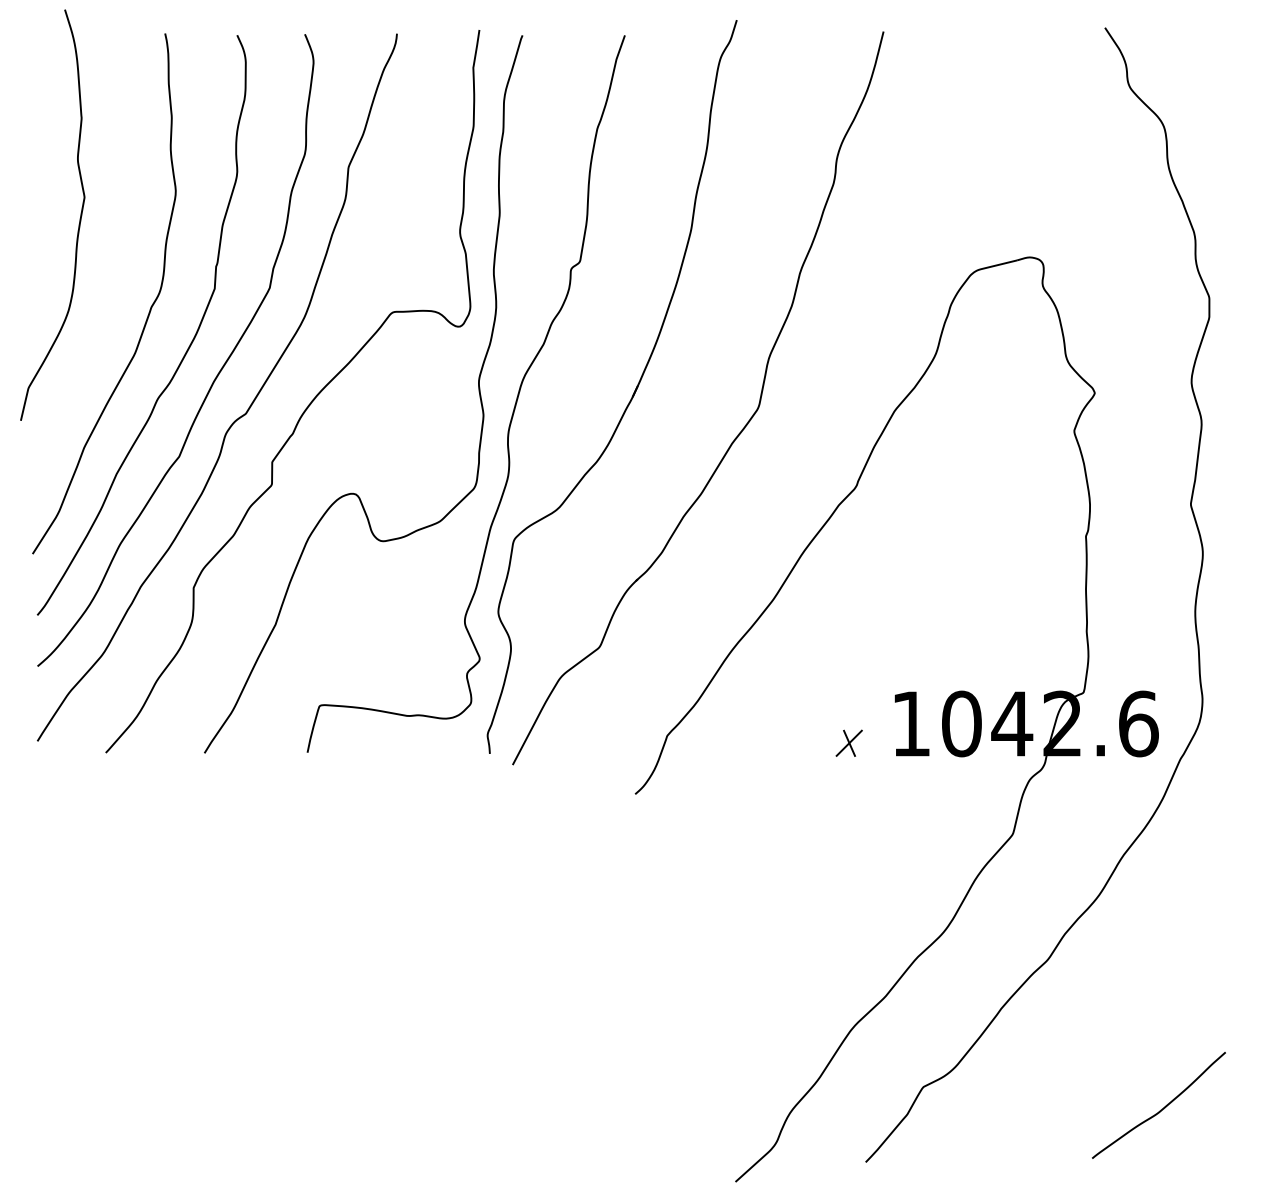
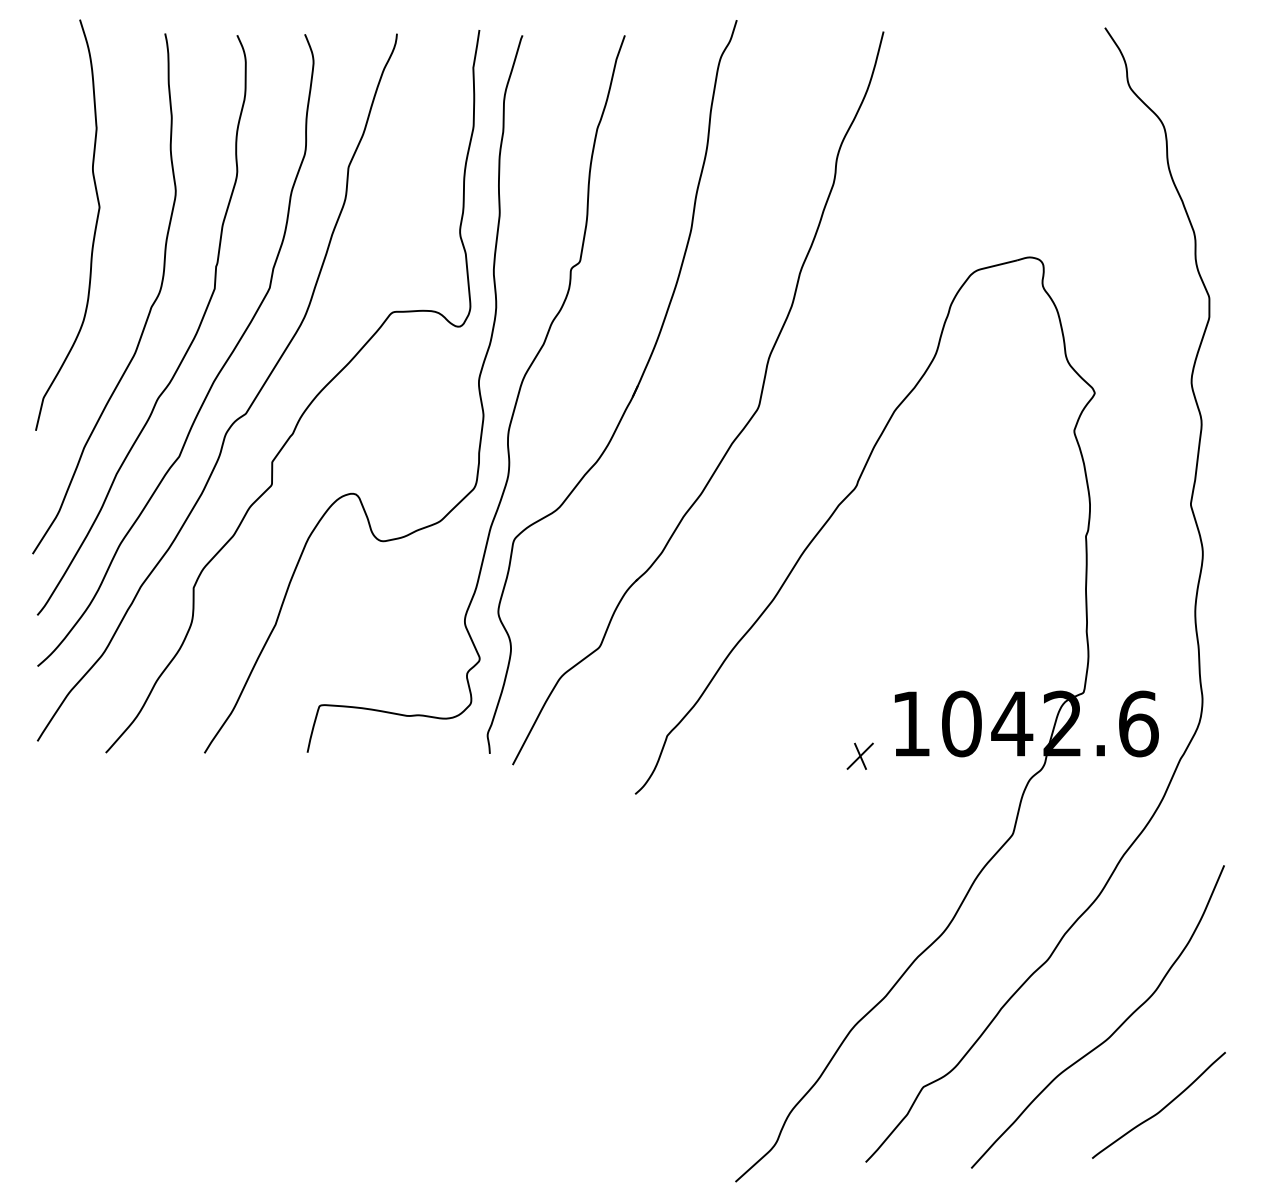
curve at (79, 218) position: (79, 218) -> (94, 228)
part at (848, 742) position: (848, 742) -> (859, 755)
curve at (1113, 1031): none -> present
